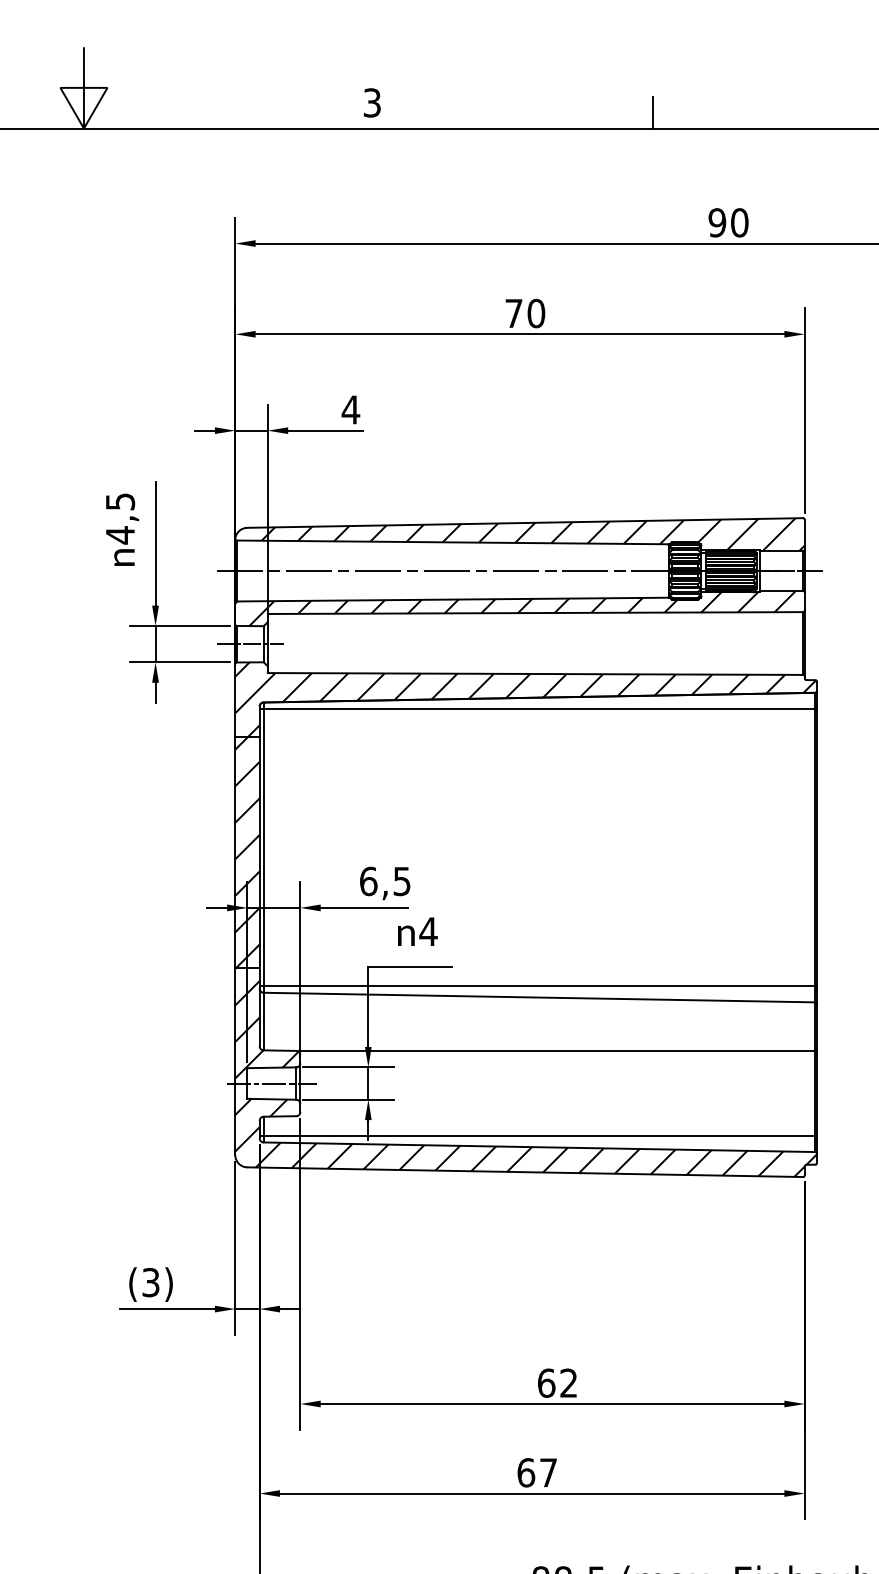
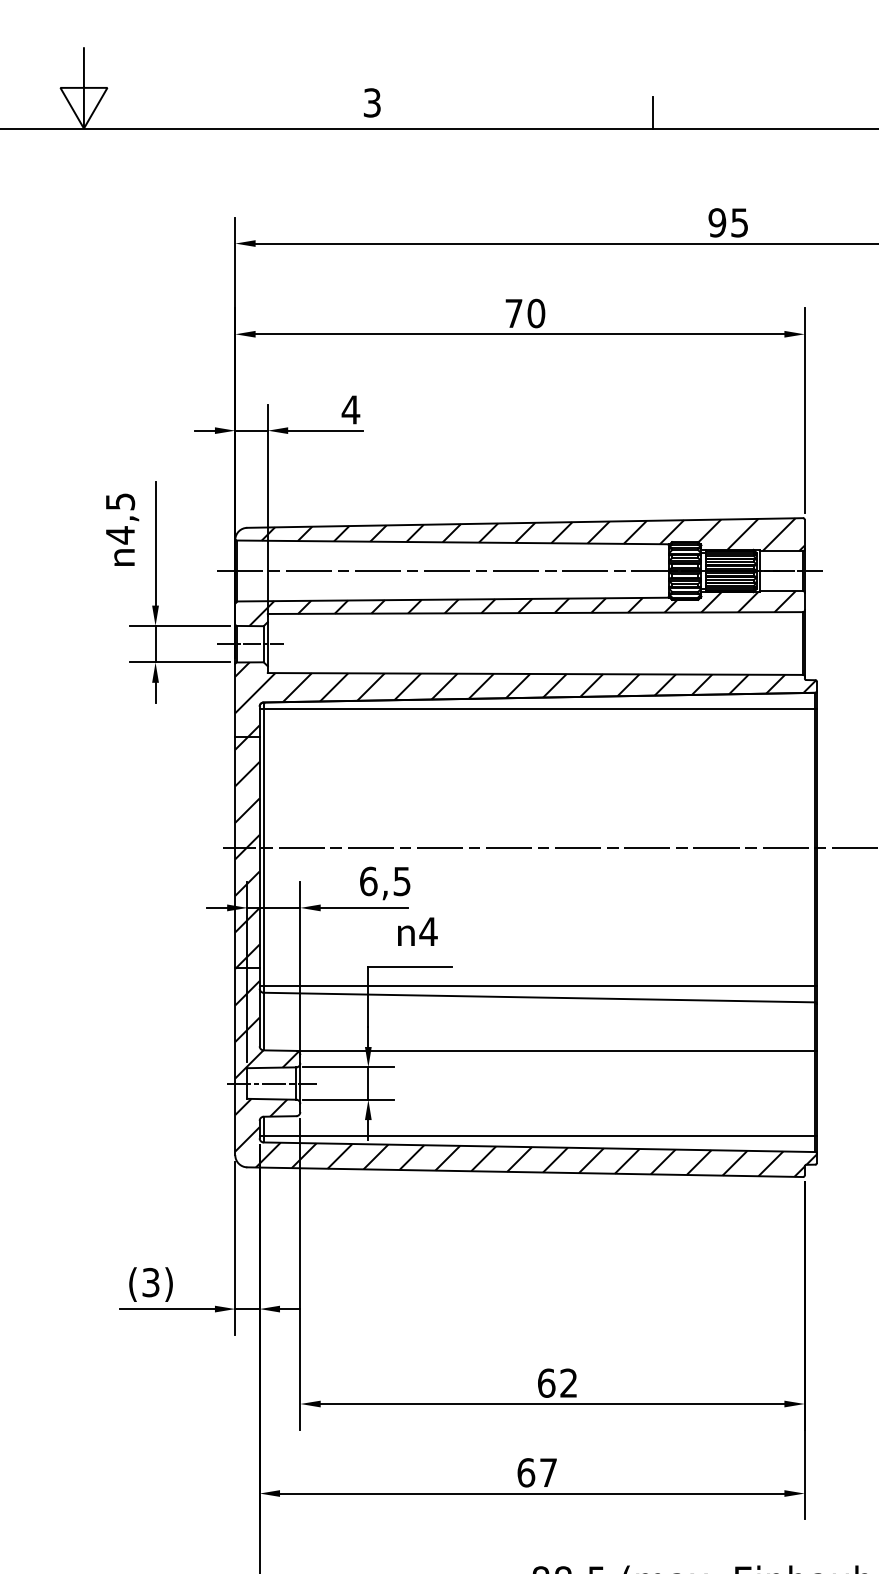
text at (739, 222): 90 -> 95
line at (548, 847): none -> present
